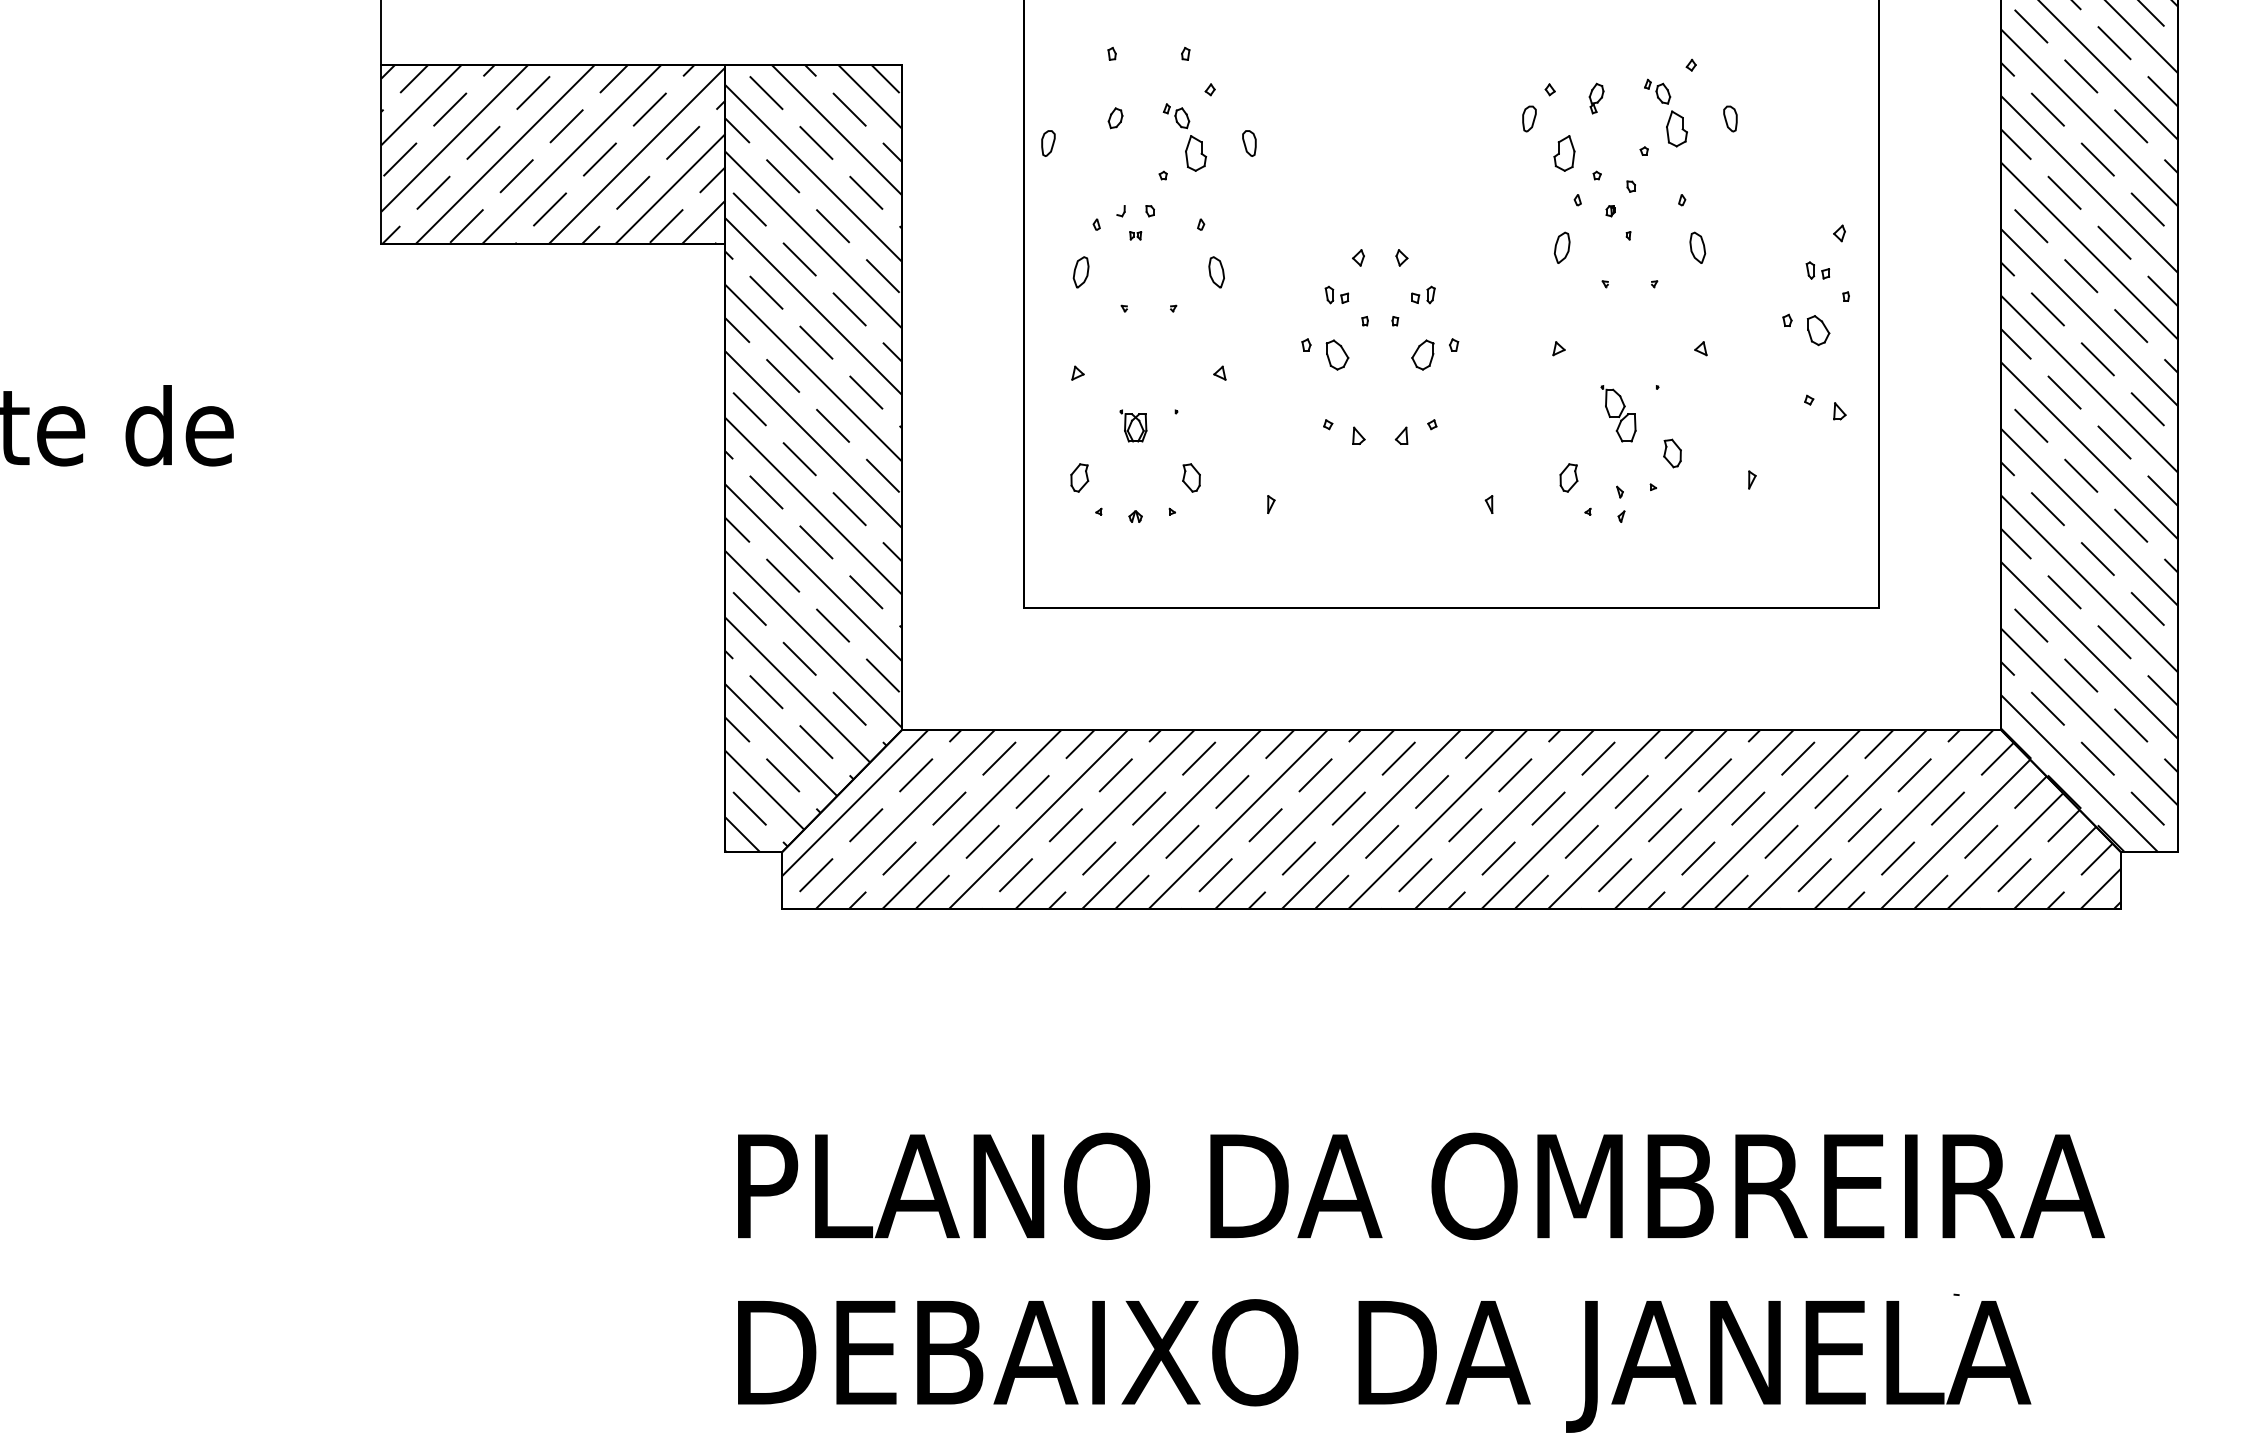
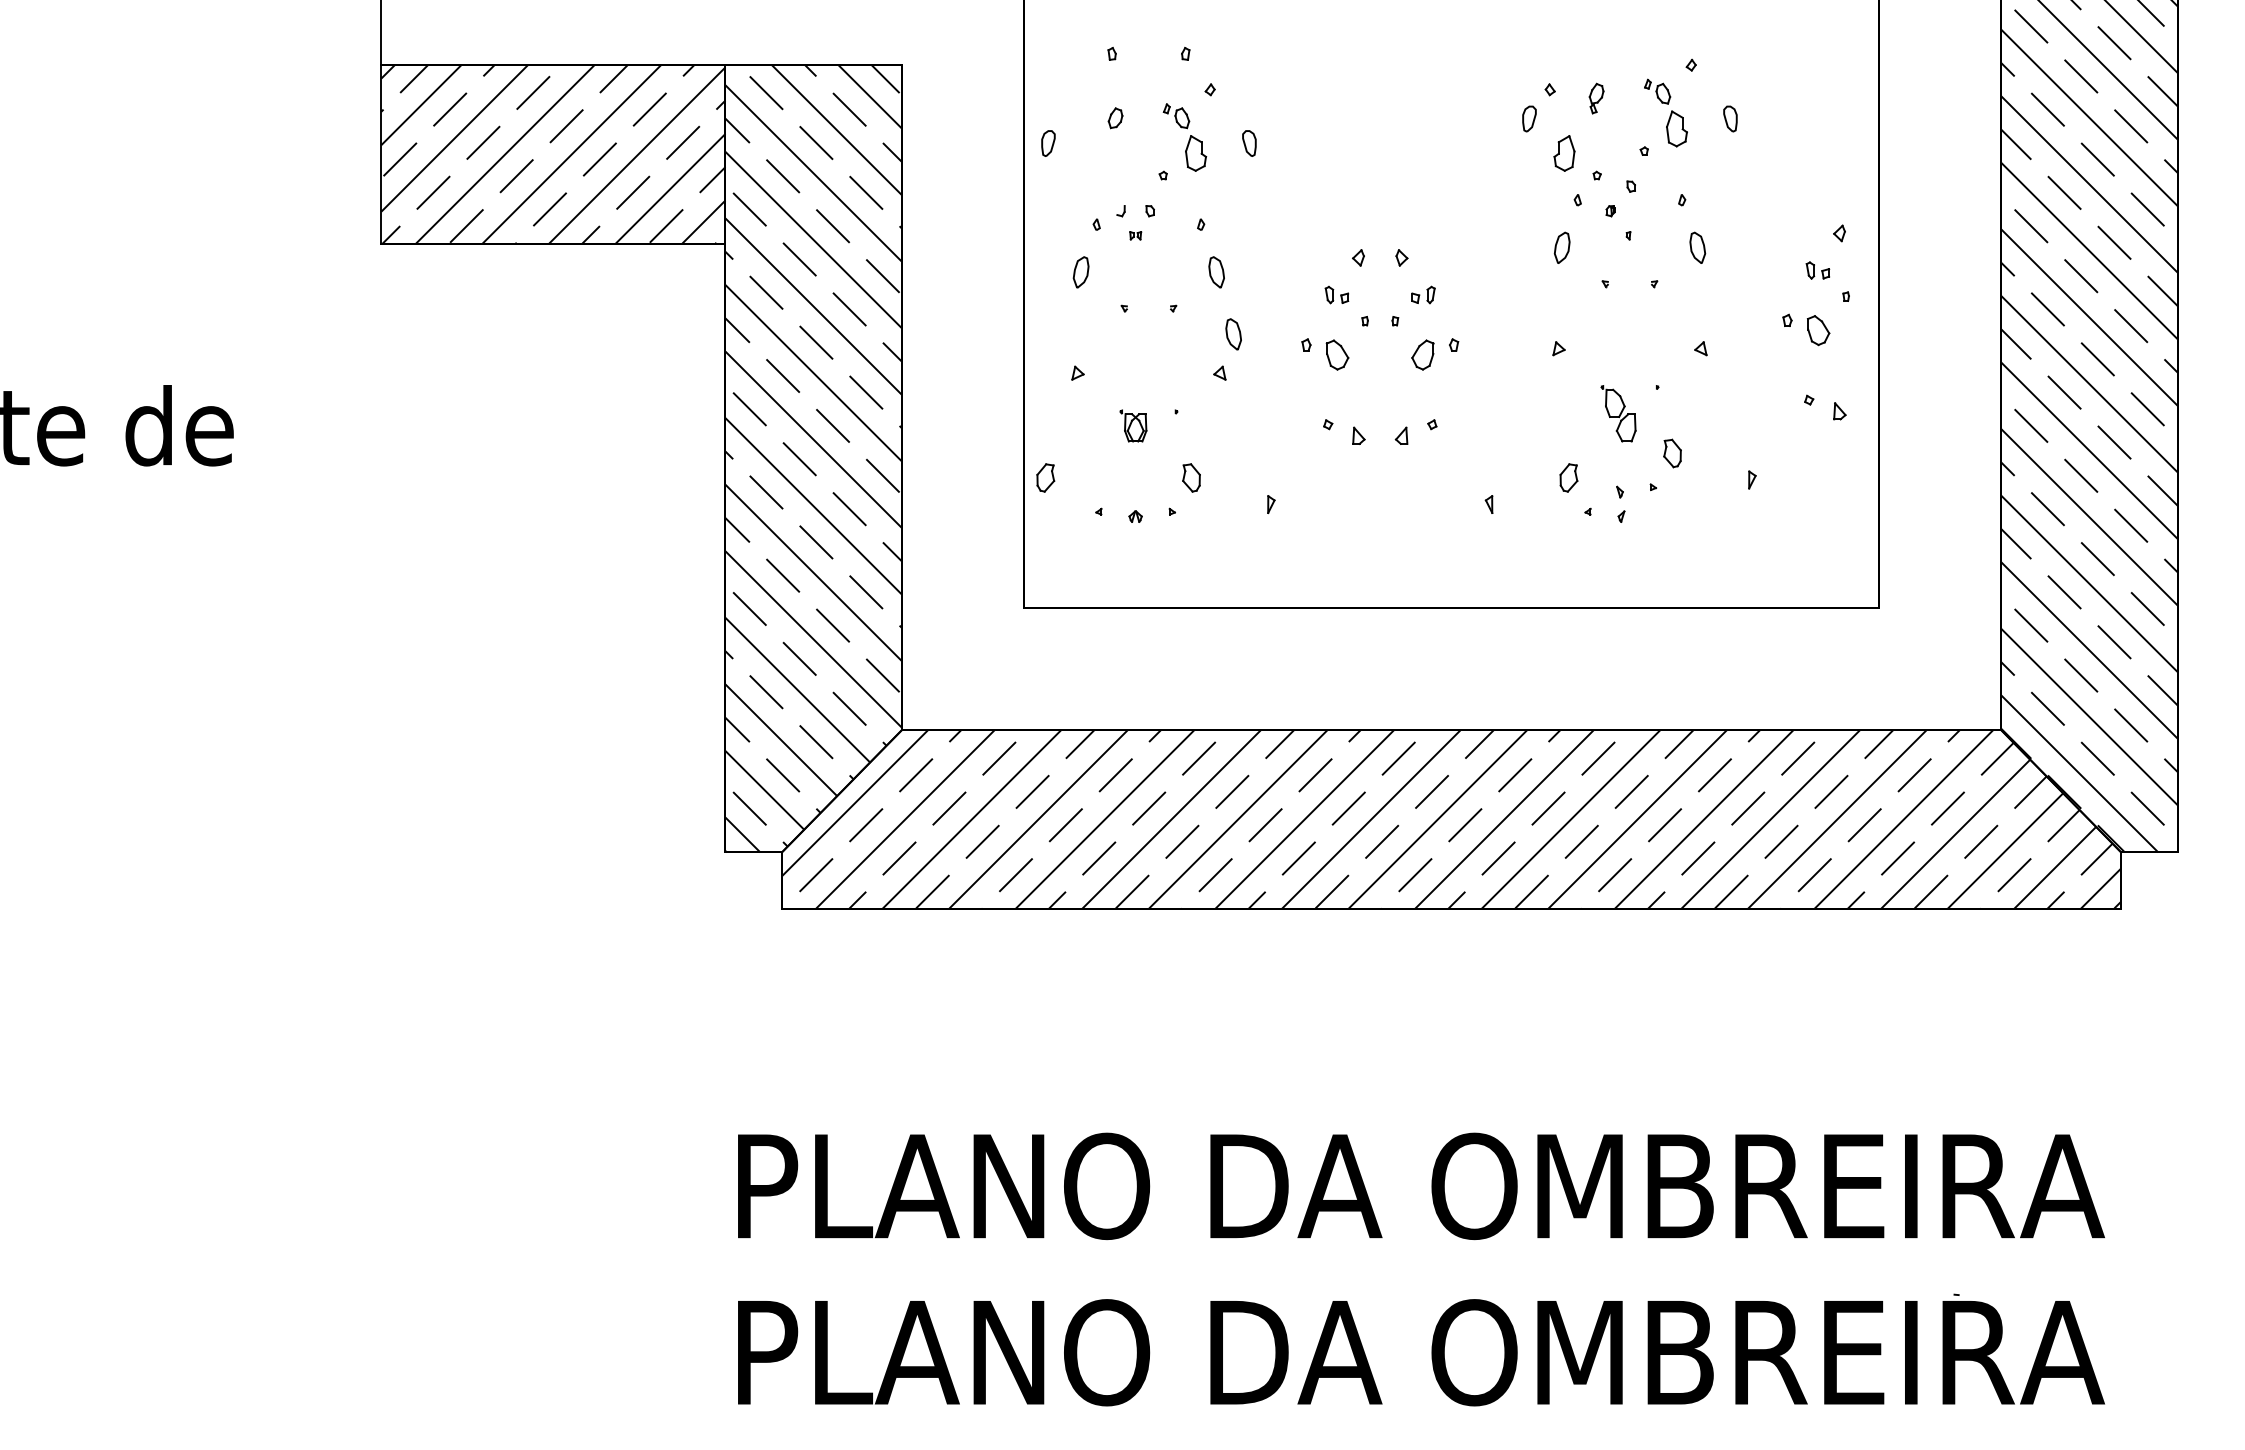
part at (1233, 334): none -> present
part at (1079, 477) position: (1079, 477) -> (1045, 477)
text at (1427, 1365): DEBAIXO DA JANELA -> PLANO DA OMBREIRA
